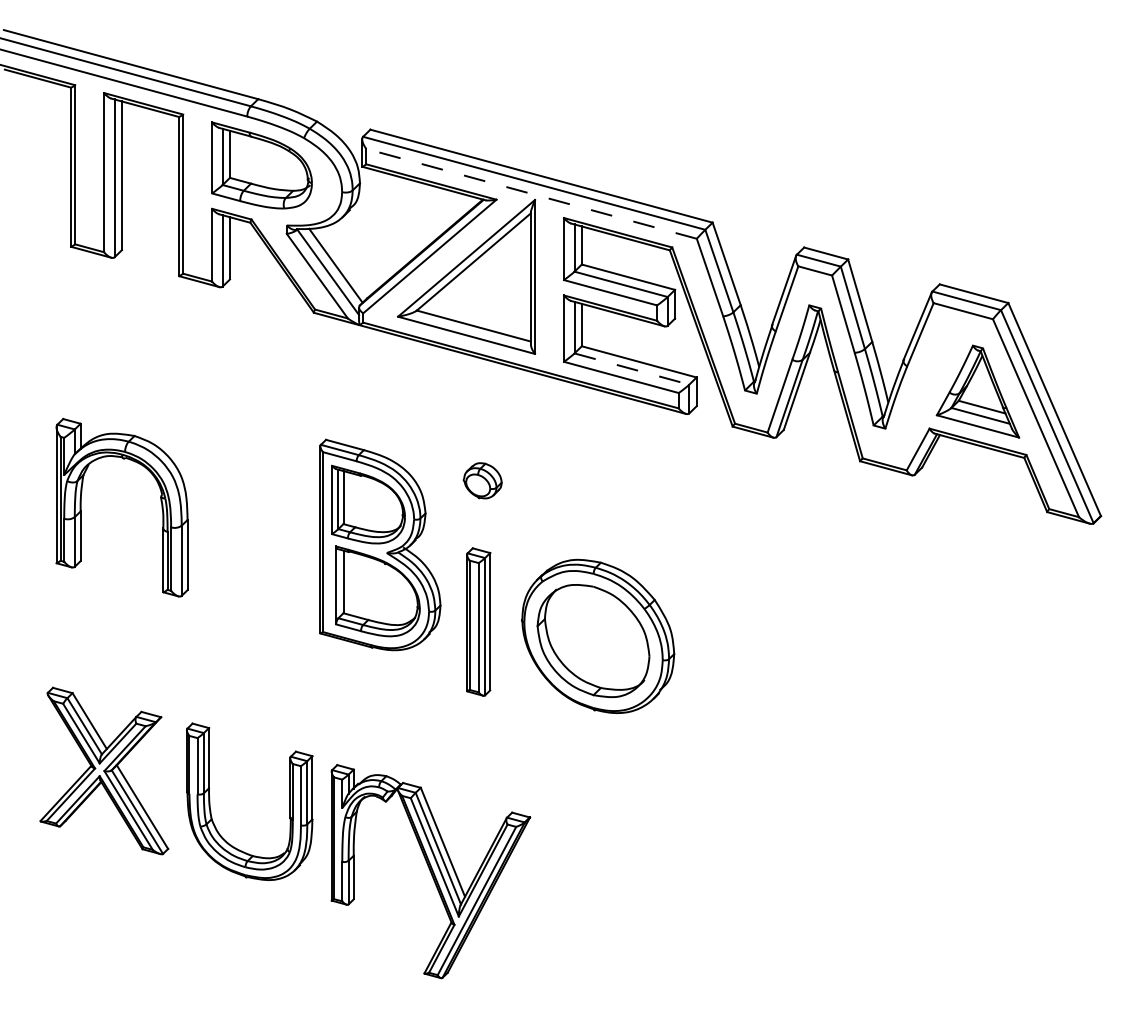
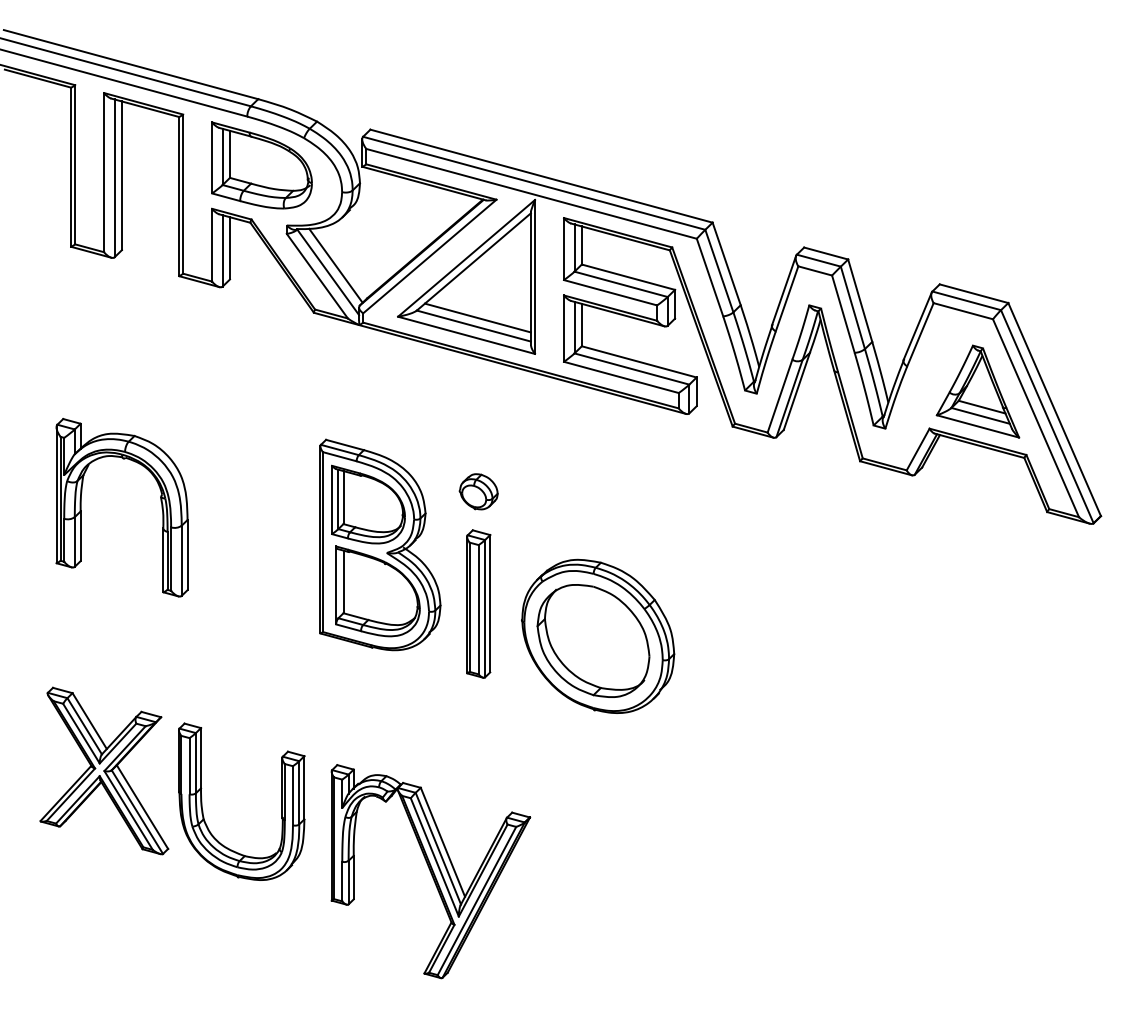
line at (531, 193): dashed -> solid
line at (477, 317): none -> present
line at (632, 369): dashed -> solid
part at (482, 480) position: (482, 480) -> (478, 491)
part at (478, 621) position: (478, 621) -> (478, 603)
part at (210, 801) position: (210, 801) -> (202, 801)
